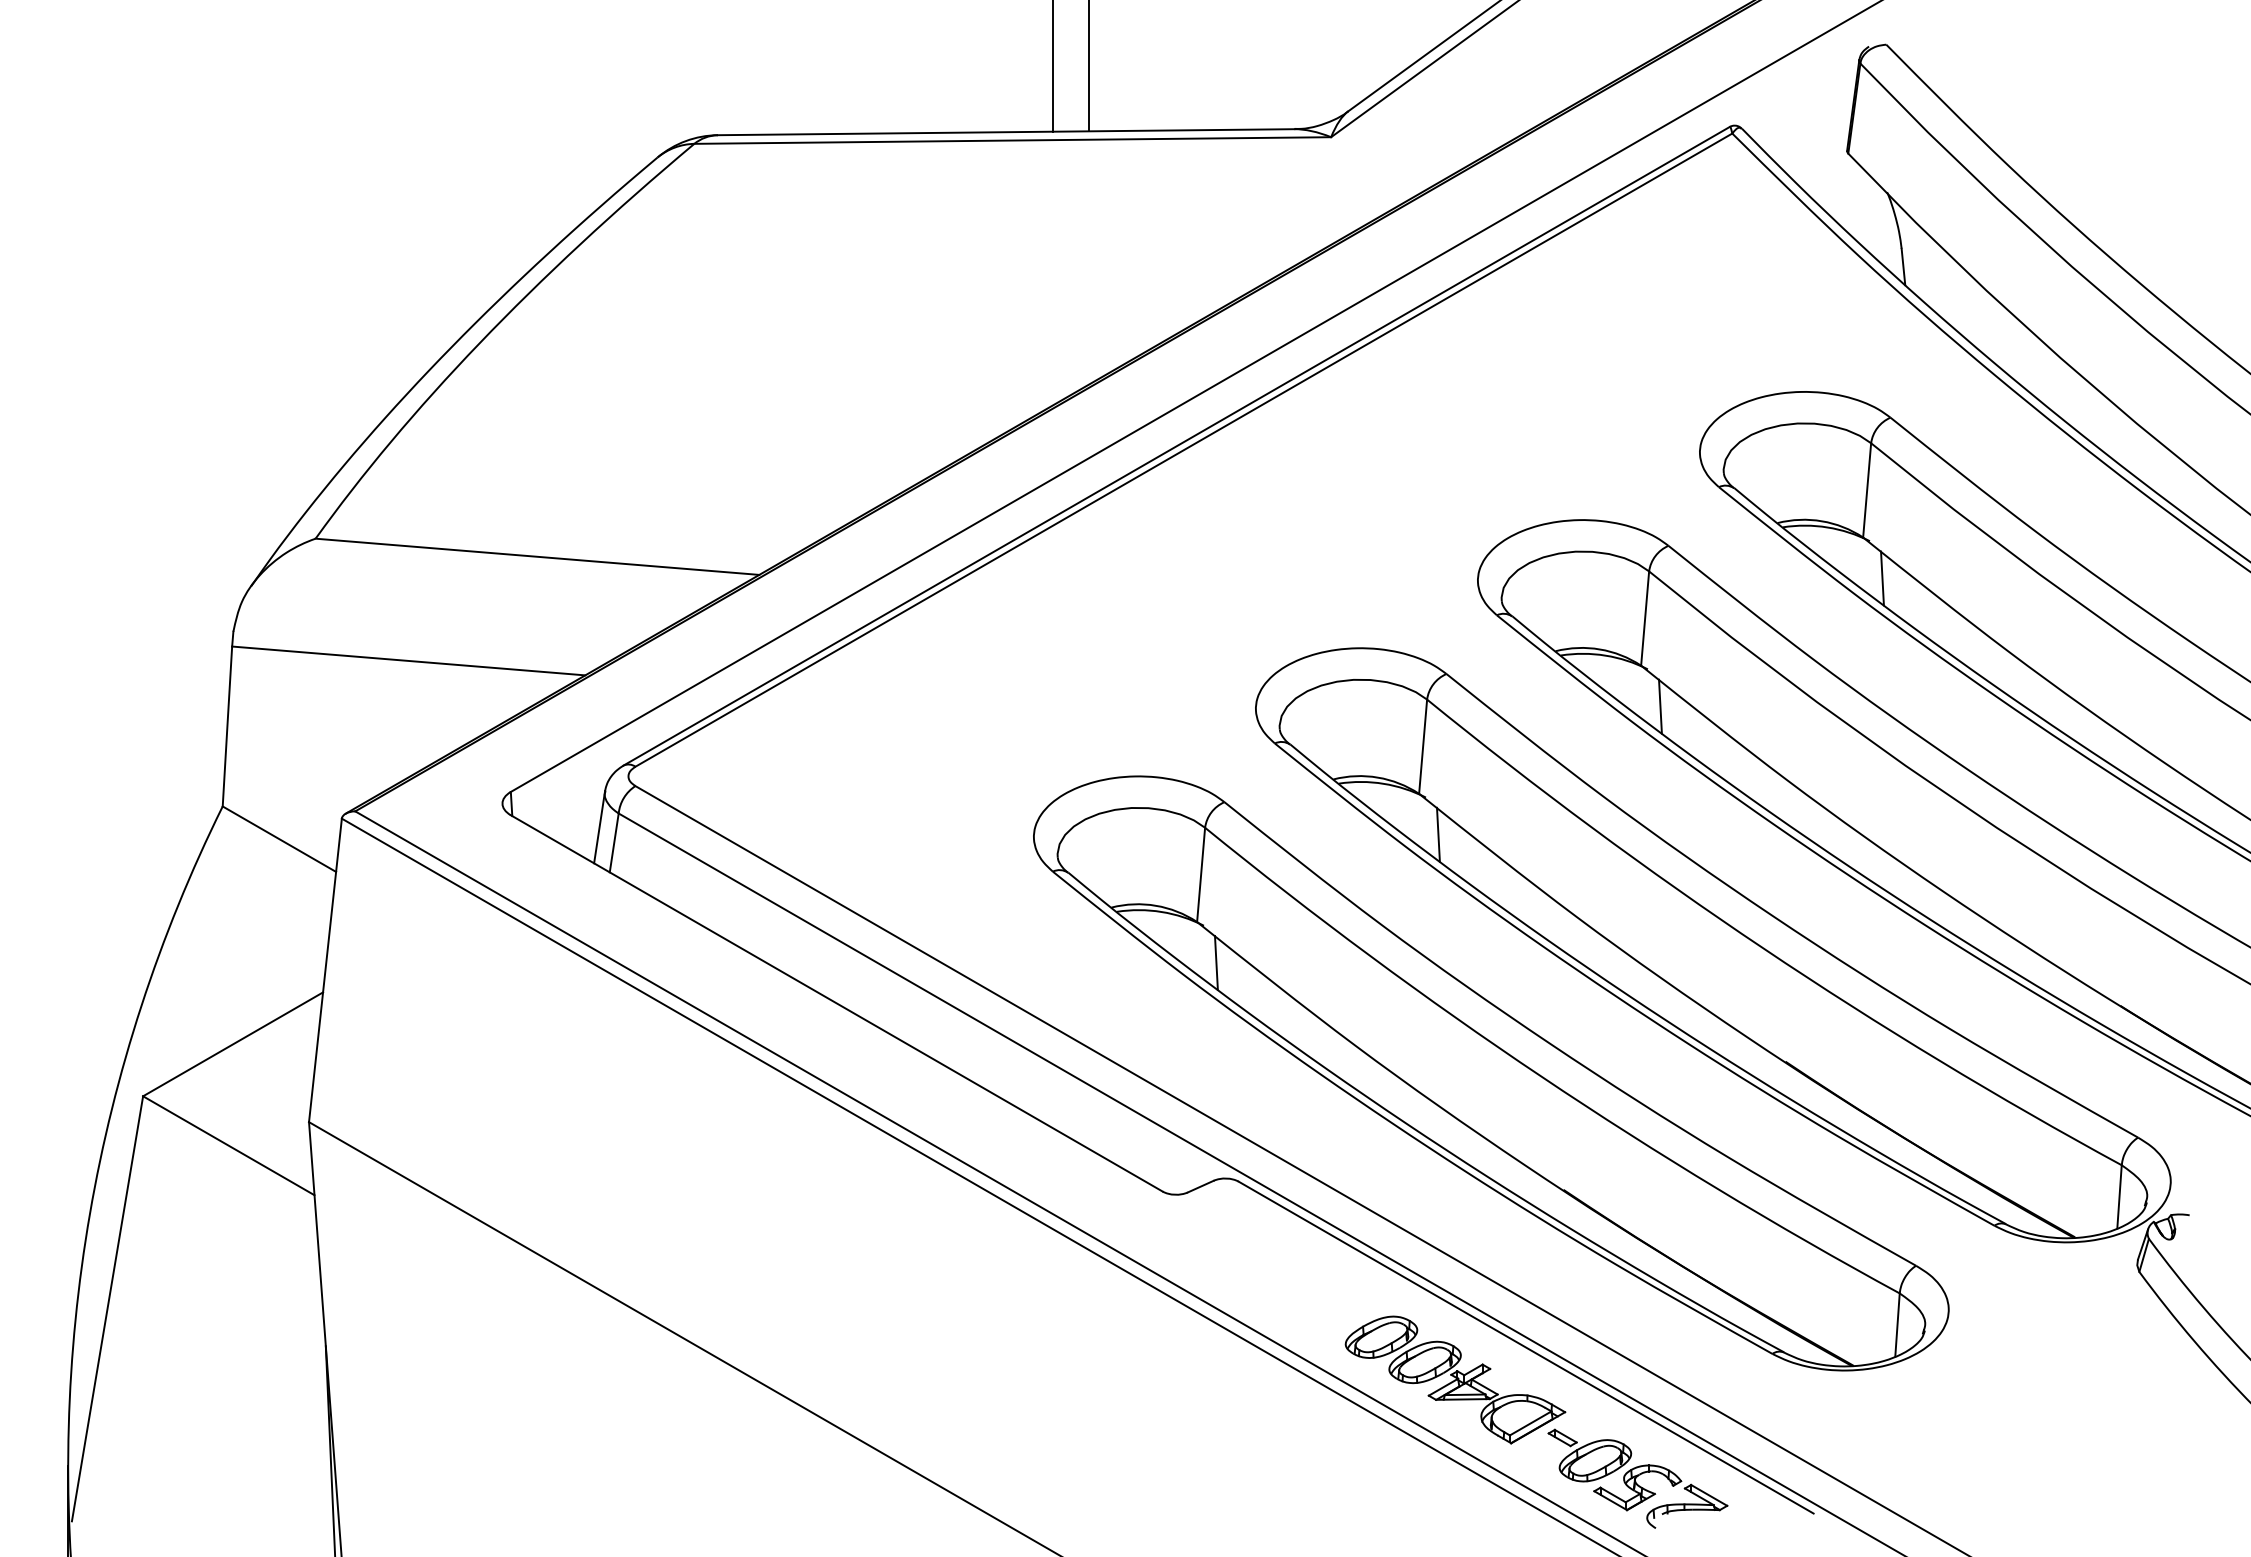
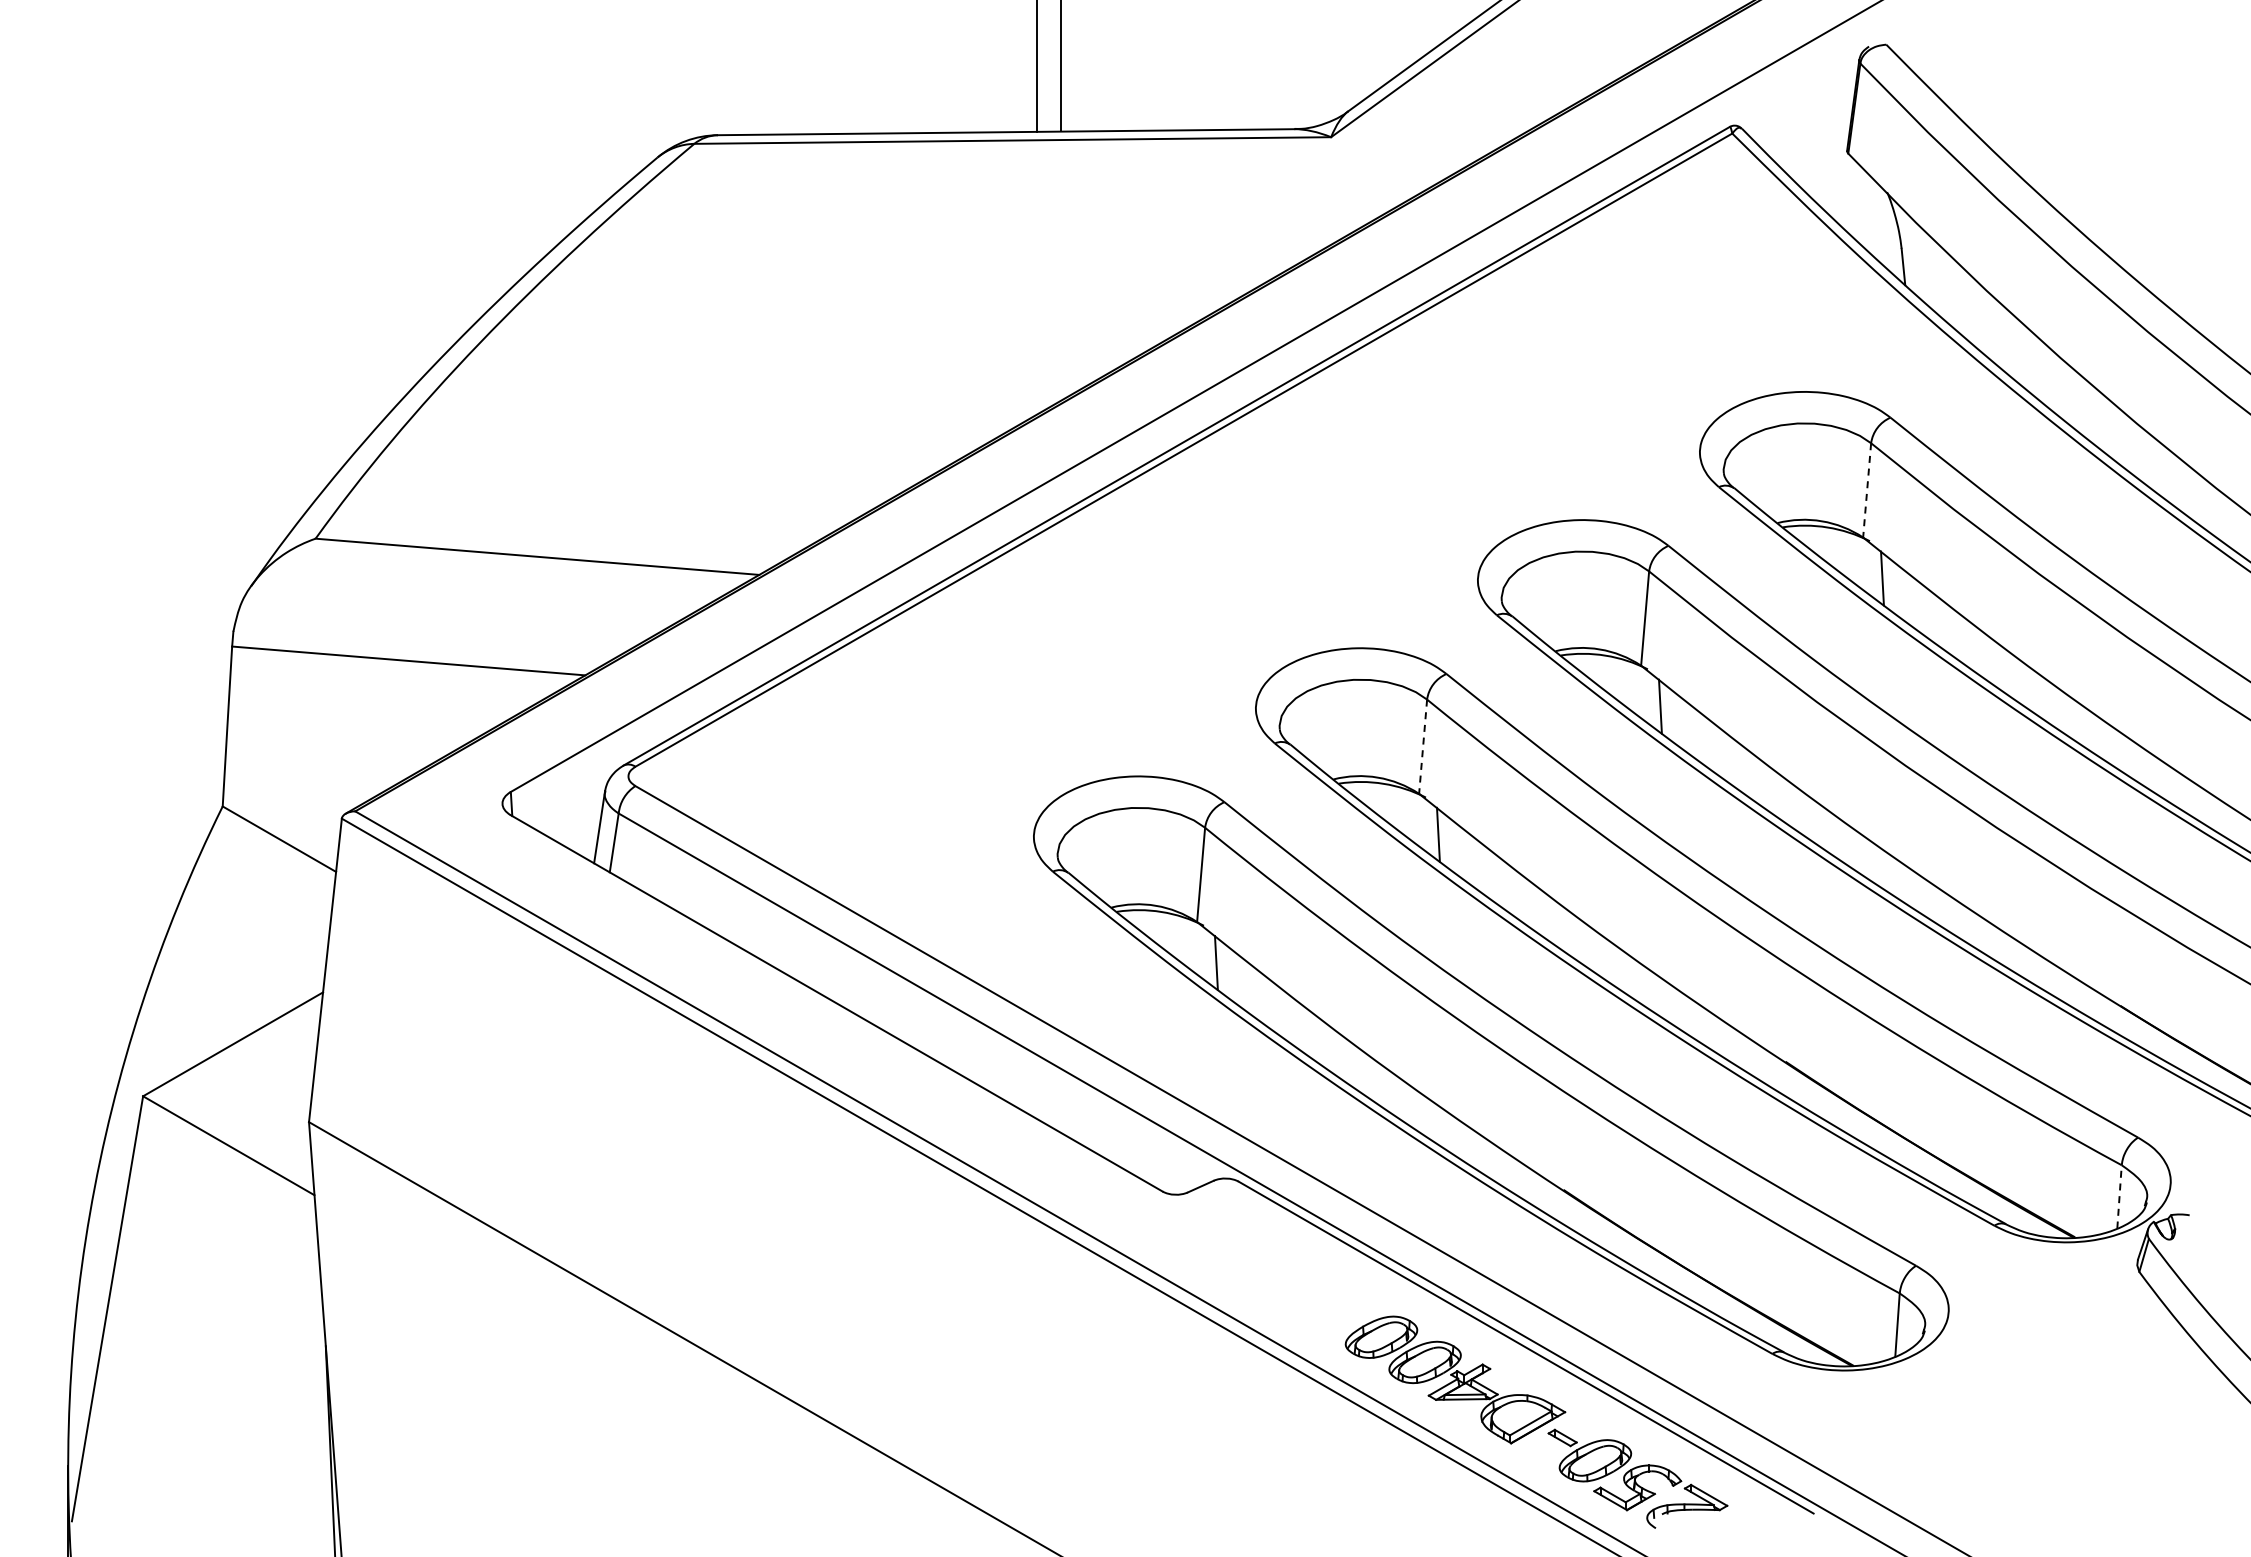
line at (1053, 66) position: (1053, 66) -> (1037, 66)
line at (1088, 66) position: (1088, 66) -> (1060, 66)
line at (1867, 490): solid -> dashed
line at (1423, 747): solid -> dashed
line at (2119, 1196): solid -> dashed
